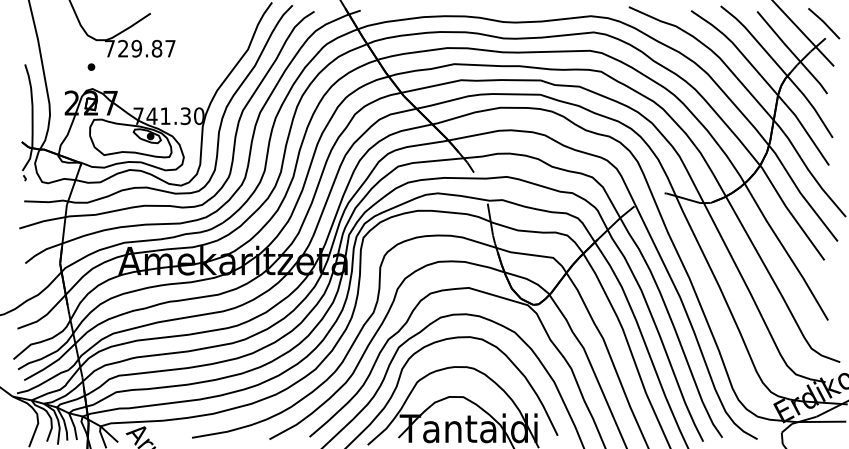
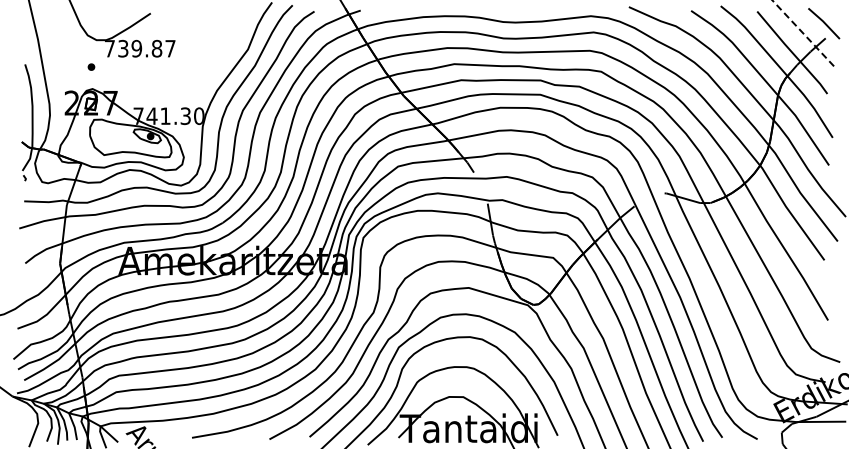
line at (803, 33): solid -> dashed
text at (123, 48): 729.87 -> 739.87
